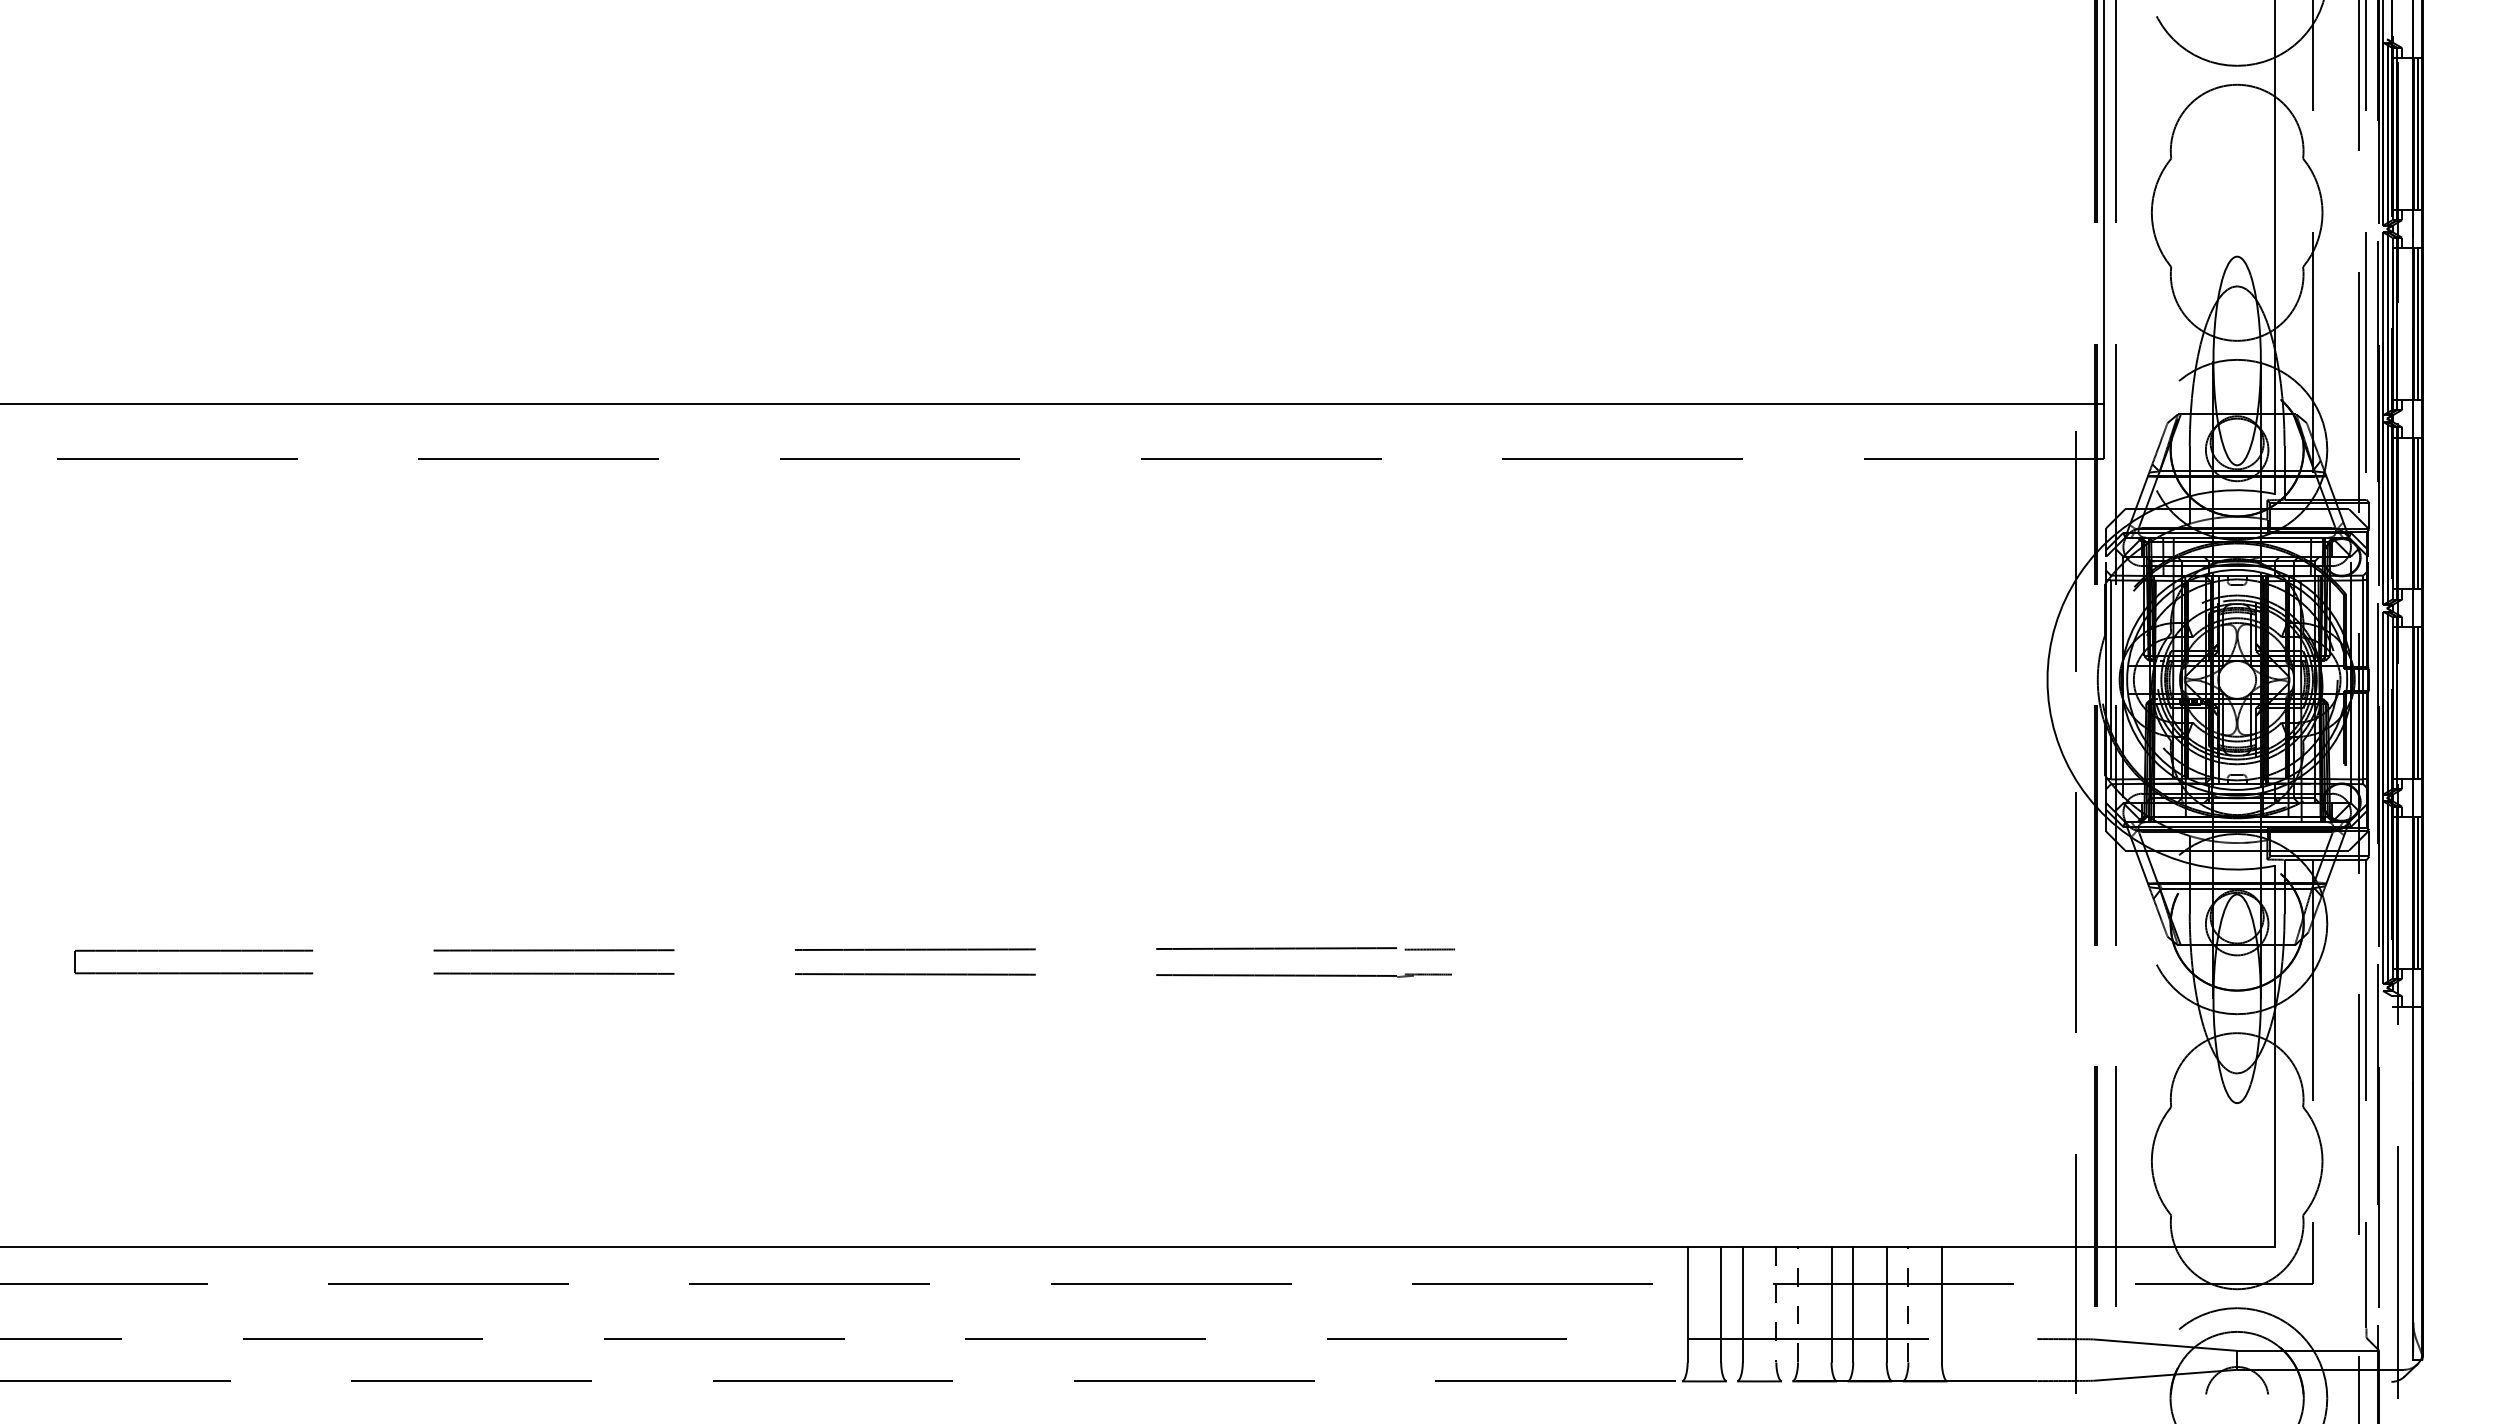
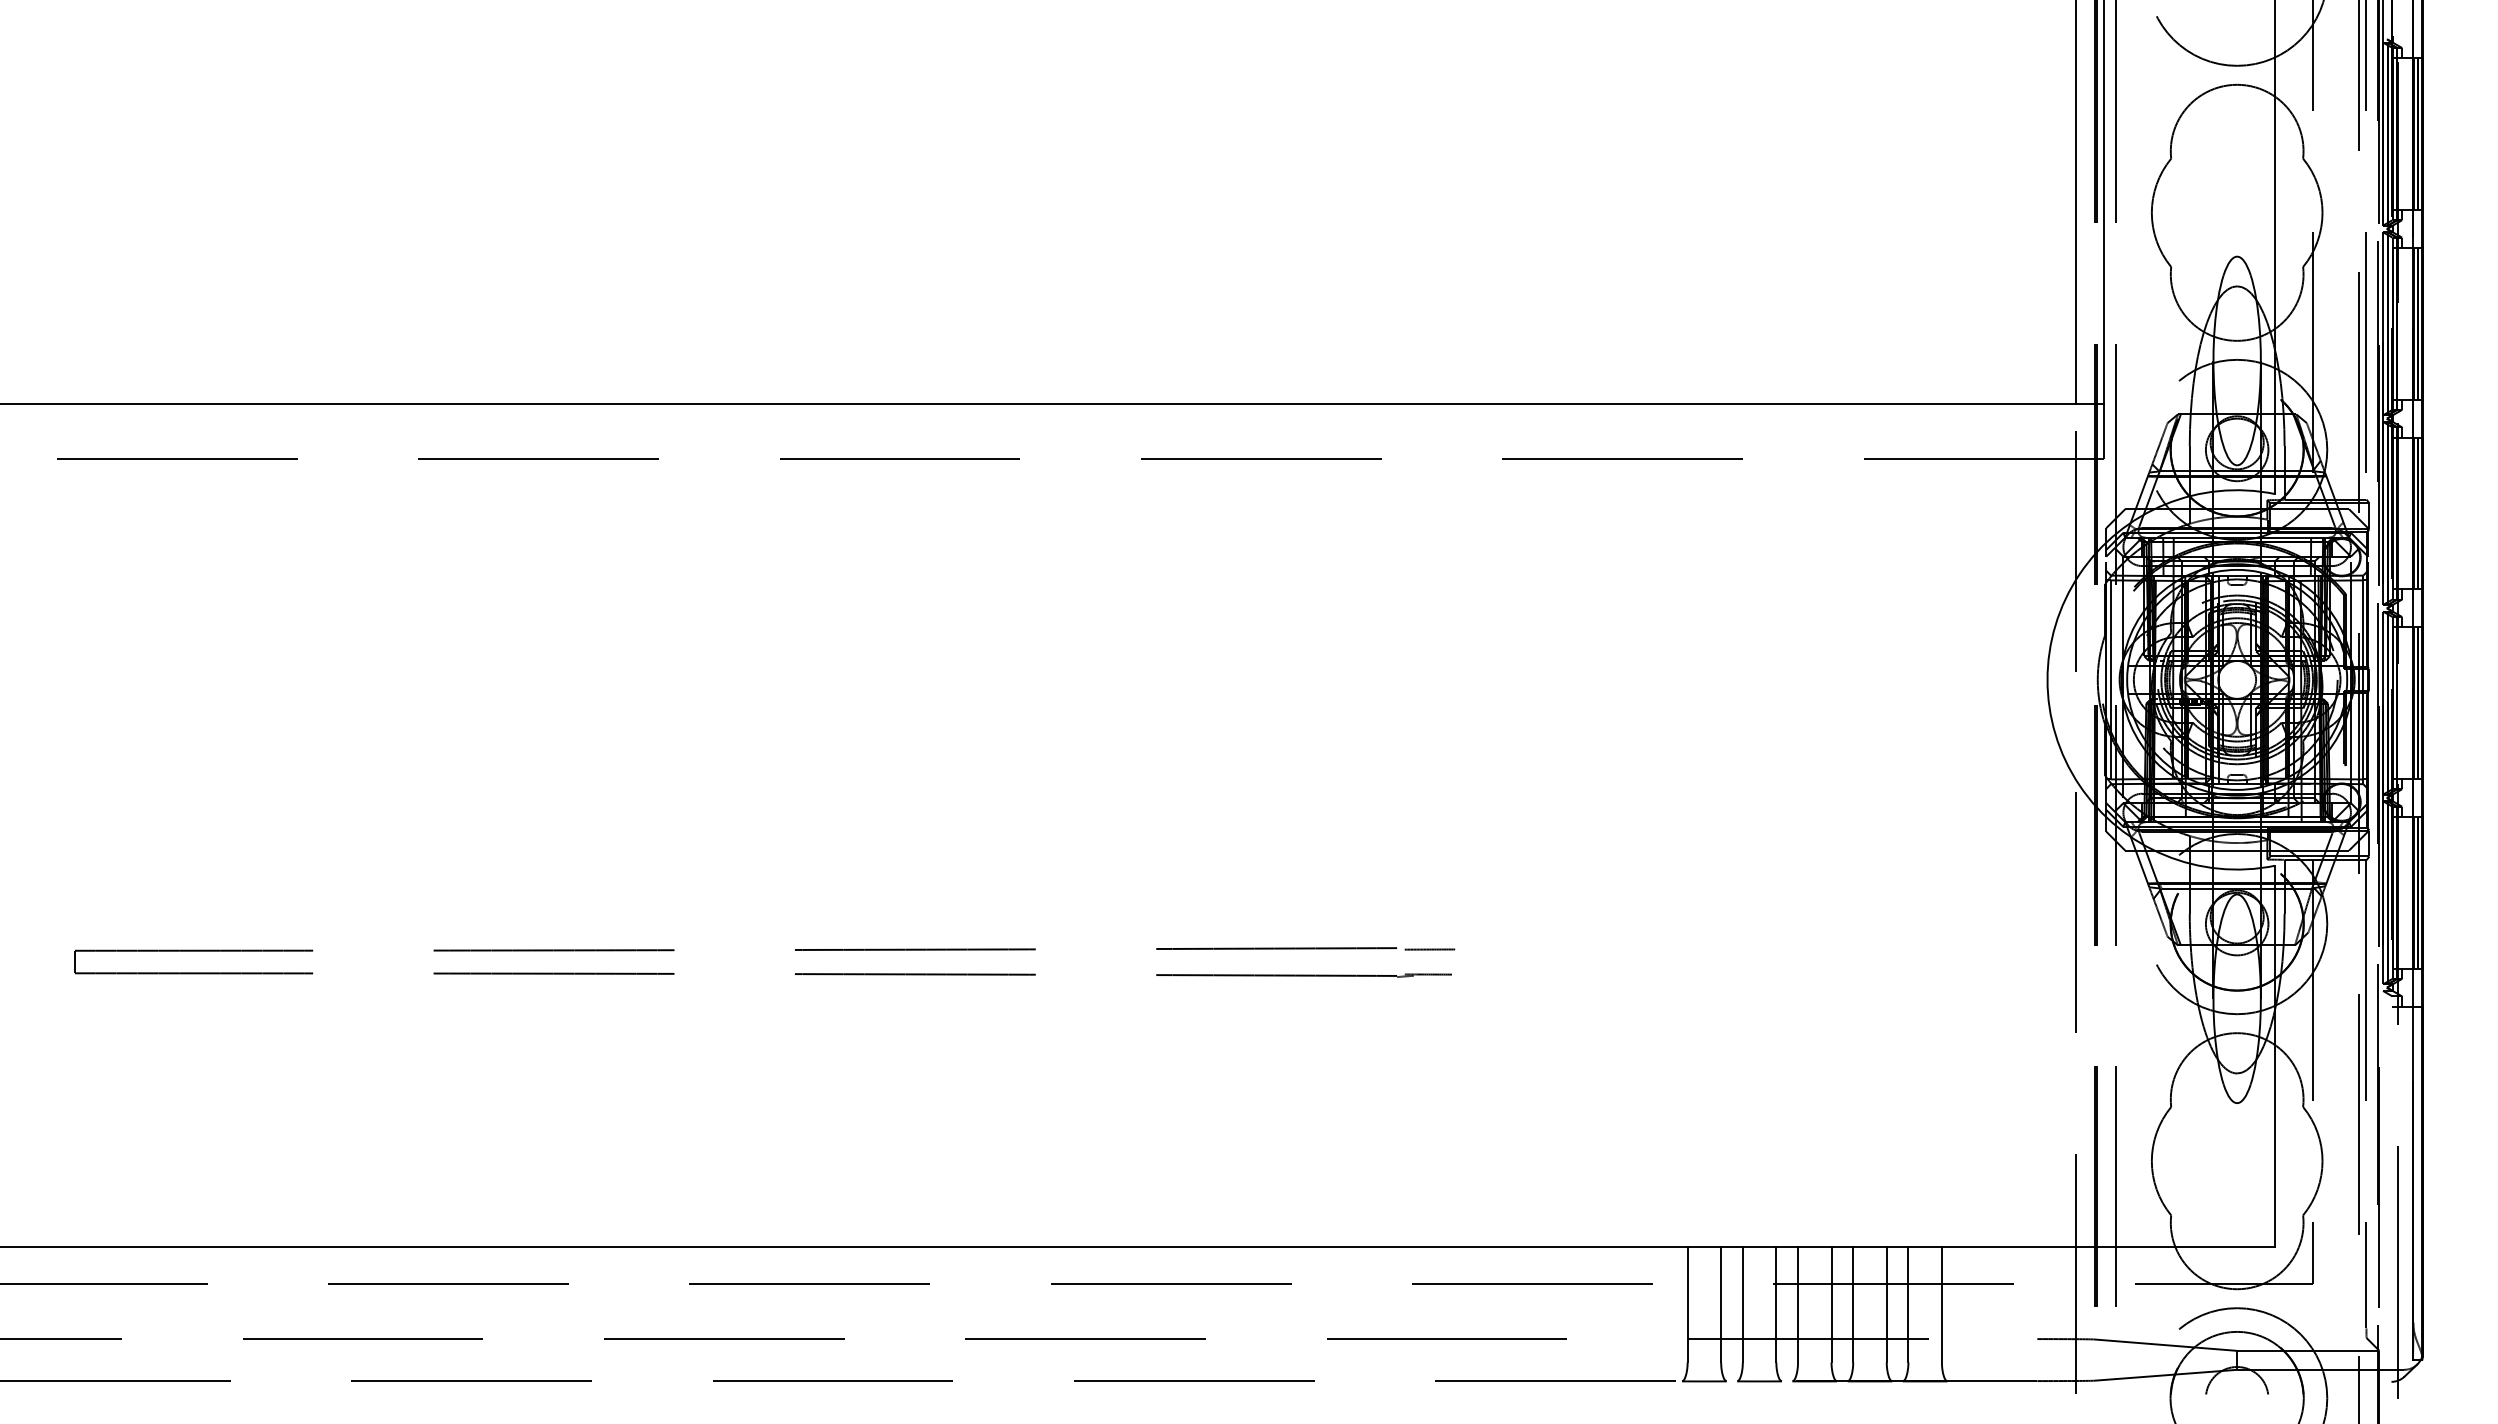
line at (2075, 203): none -> present
line at (1776, 1304): dashed -> solid
line at (1798, 1304): dashed -> solid
line at (1908, 1304): dashed -> solid
